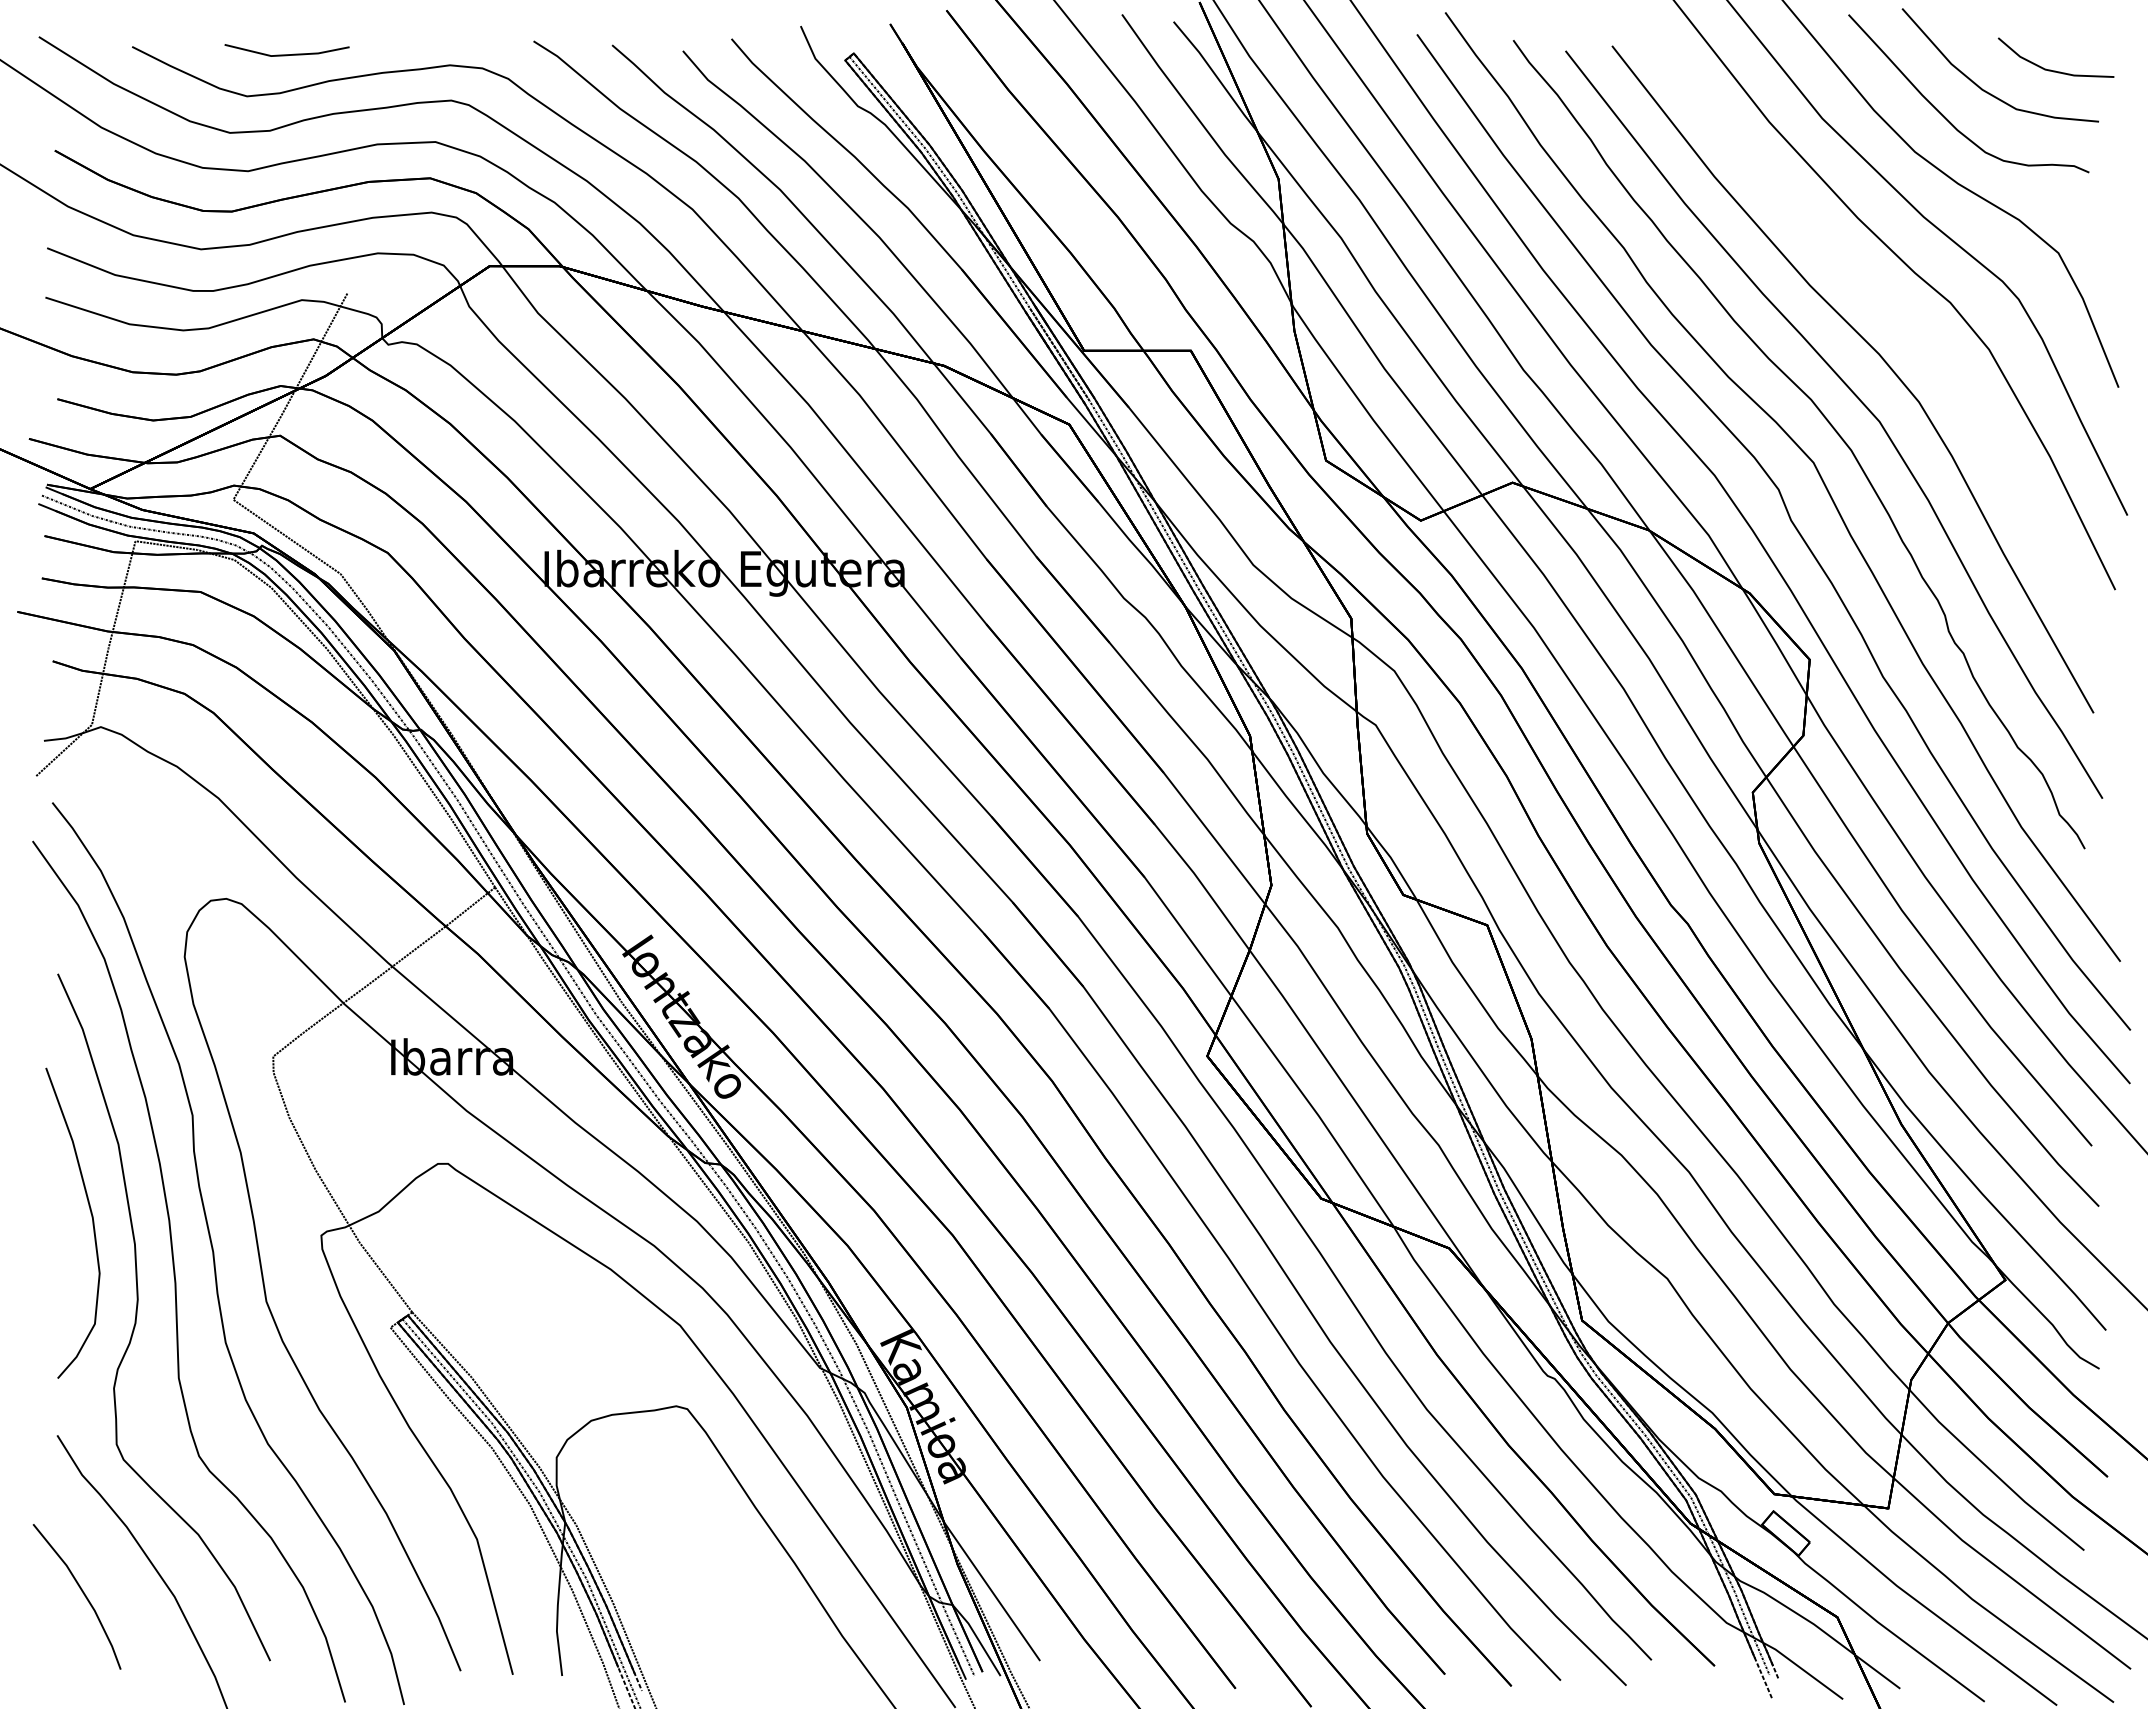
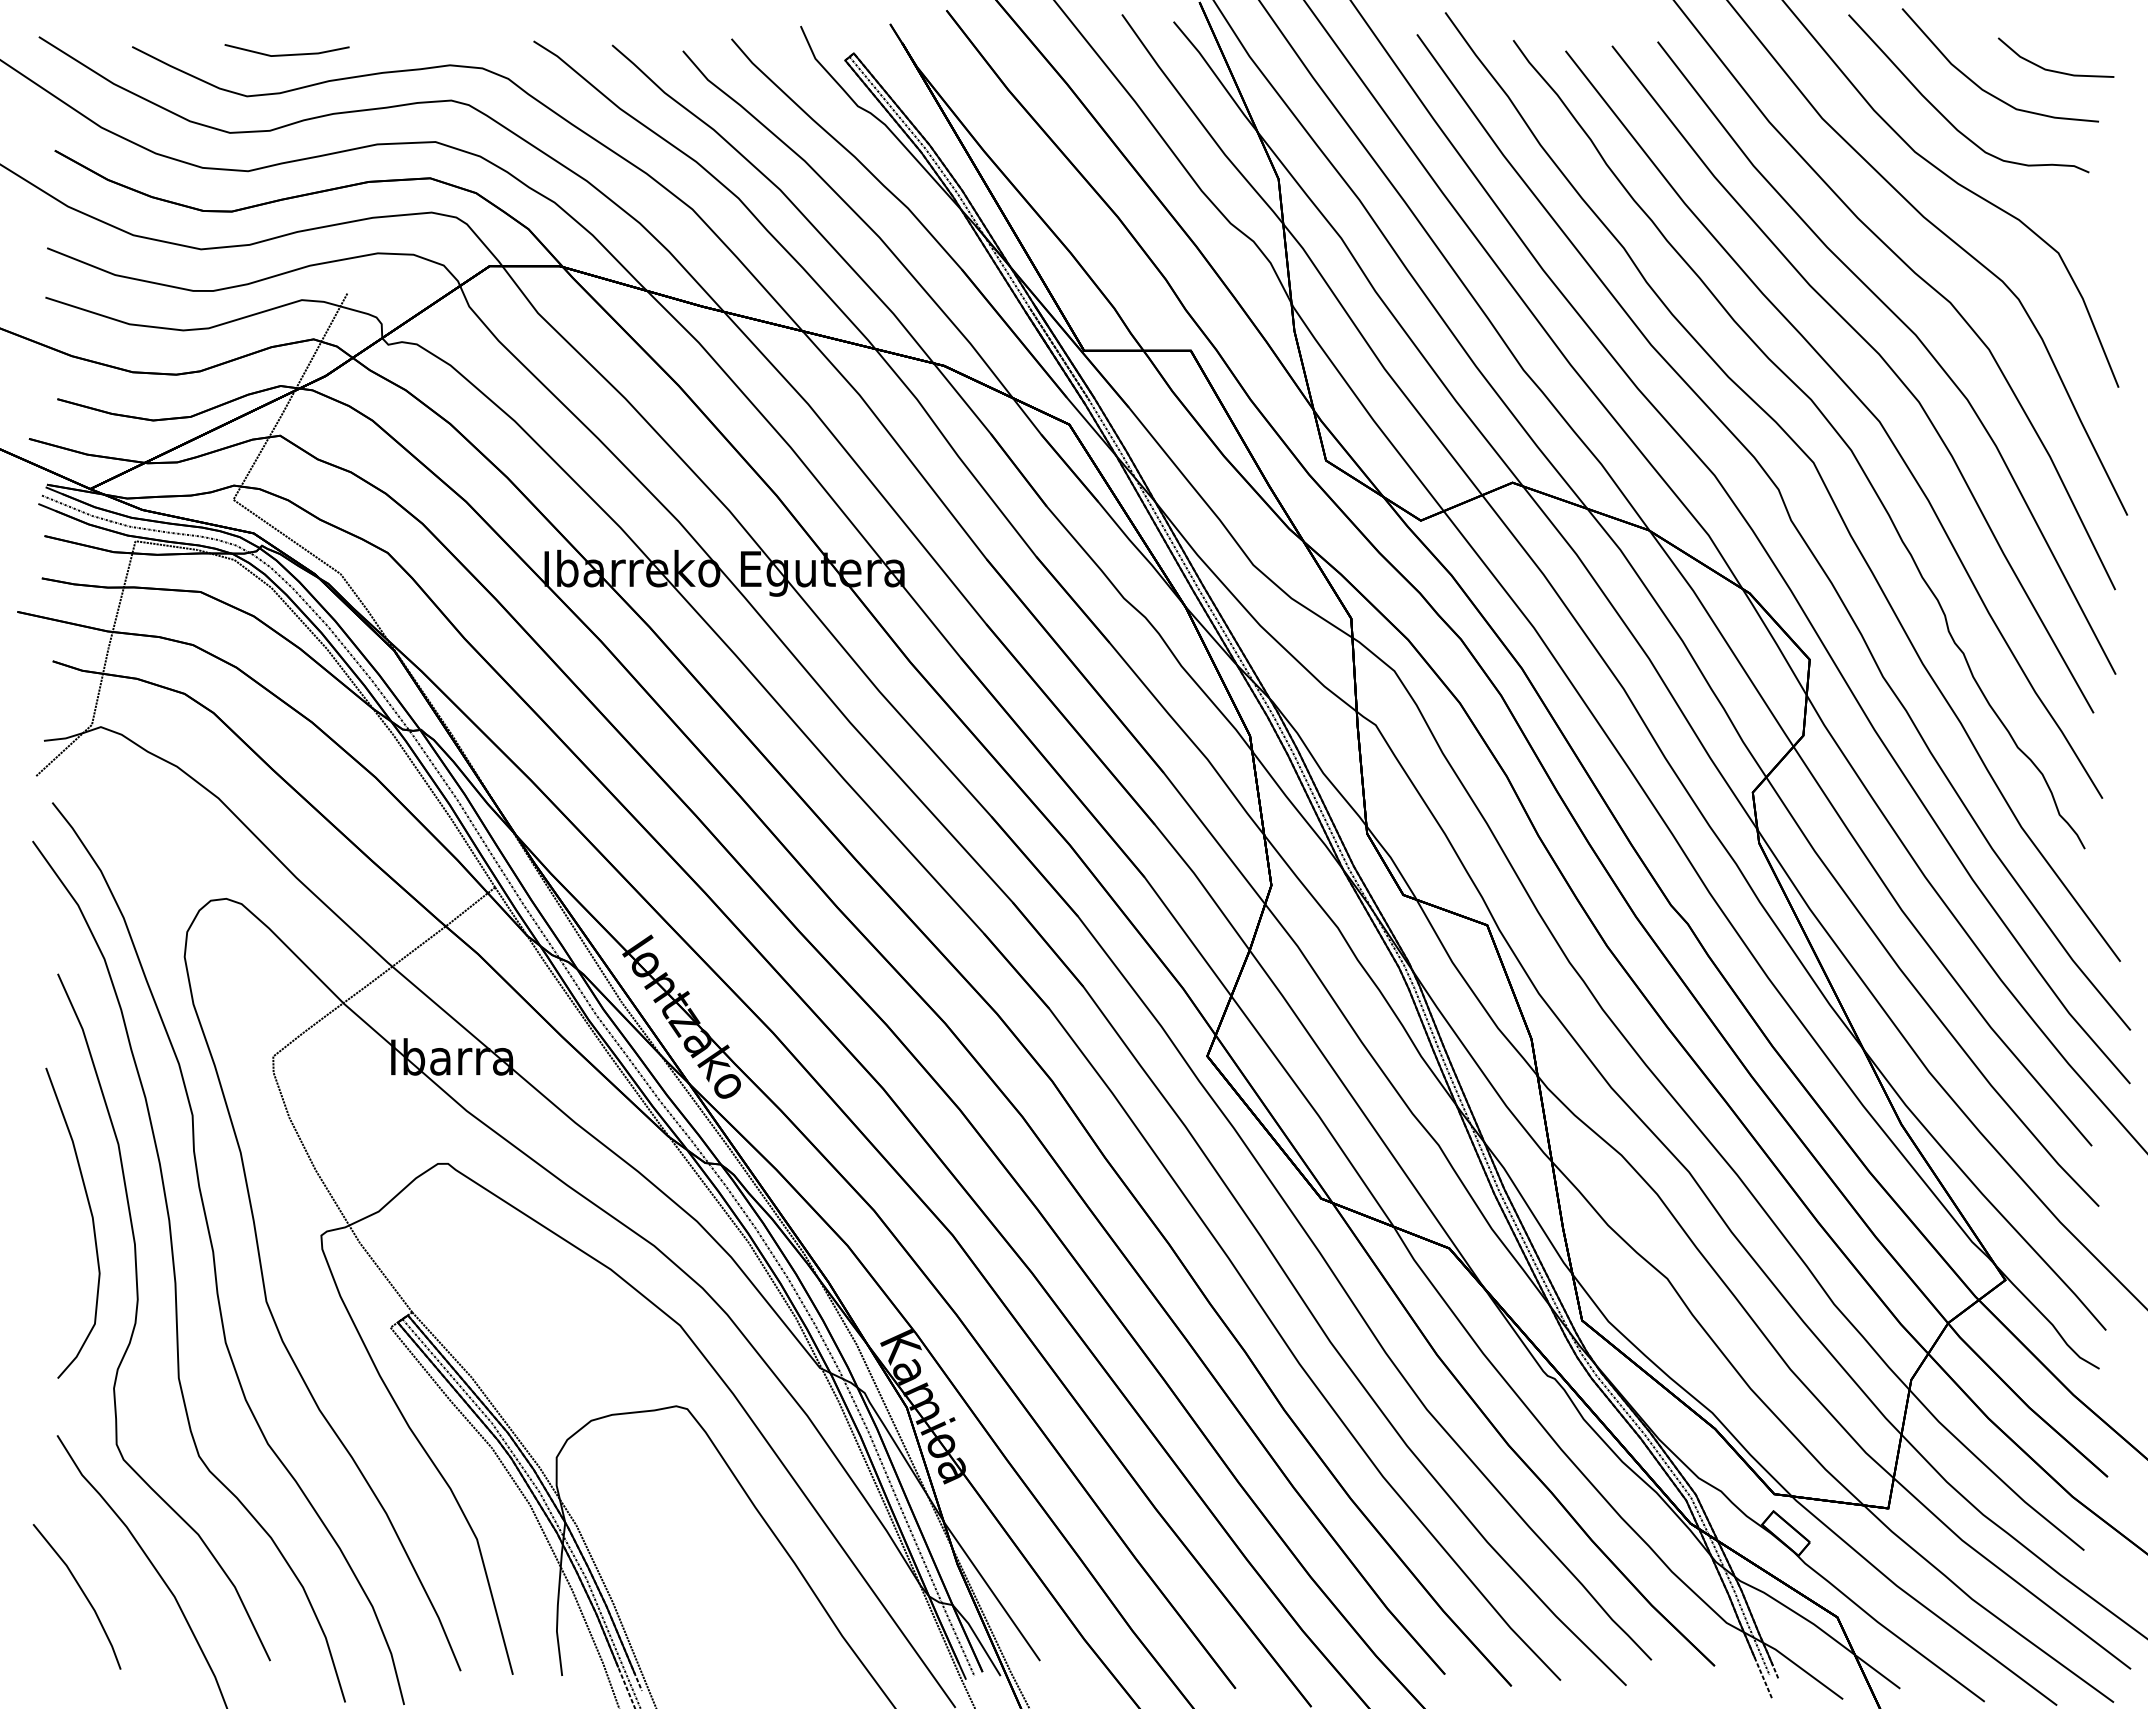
curve at (1911, 332): none -> present
